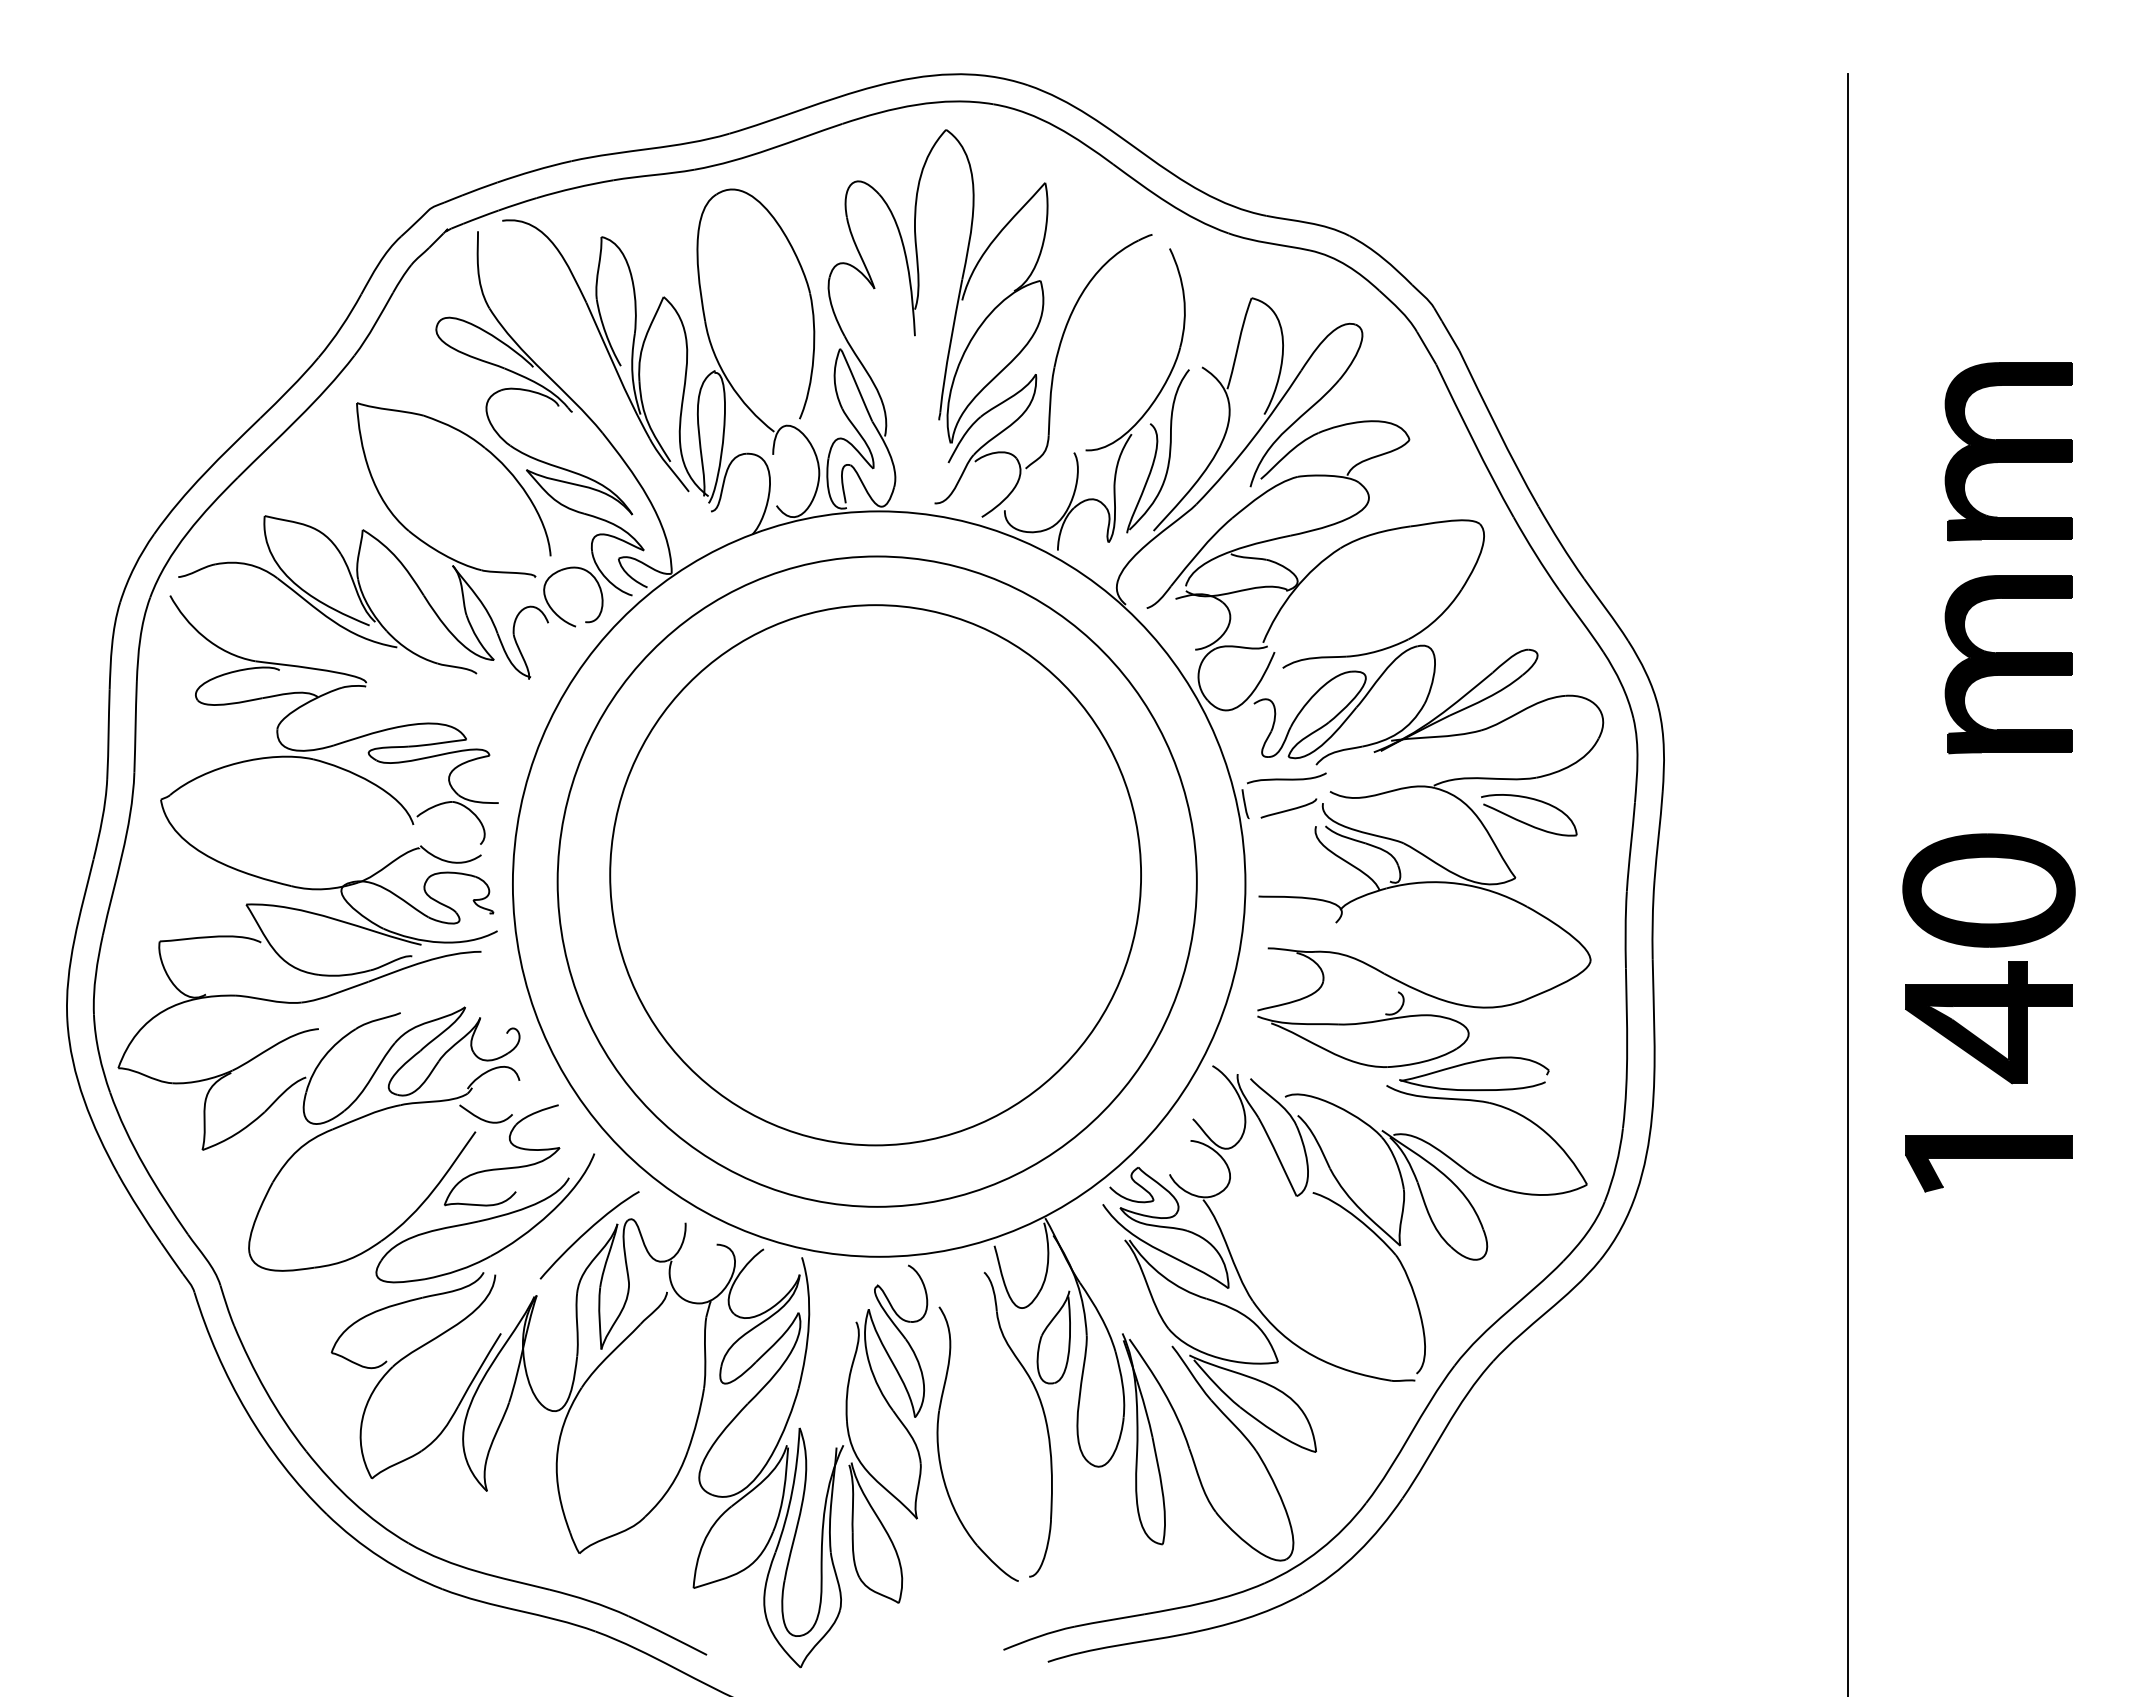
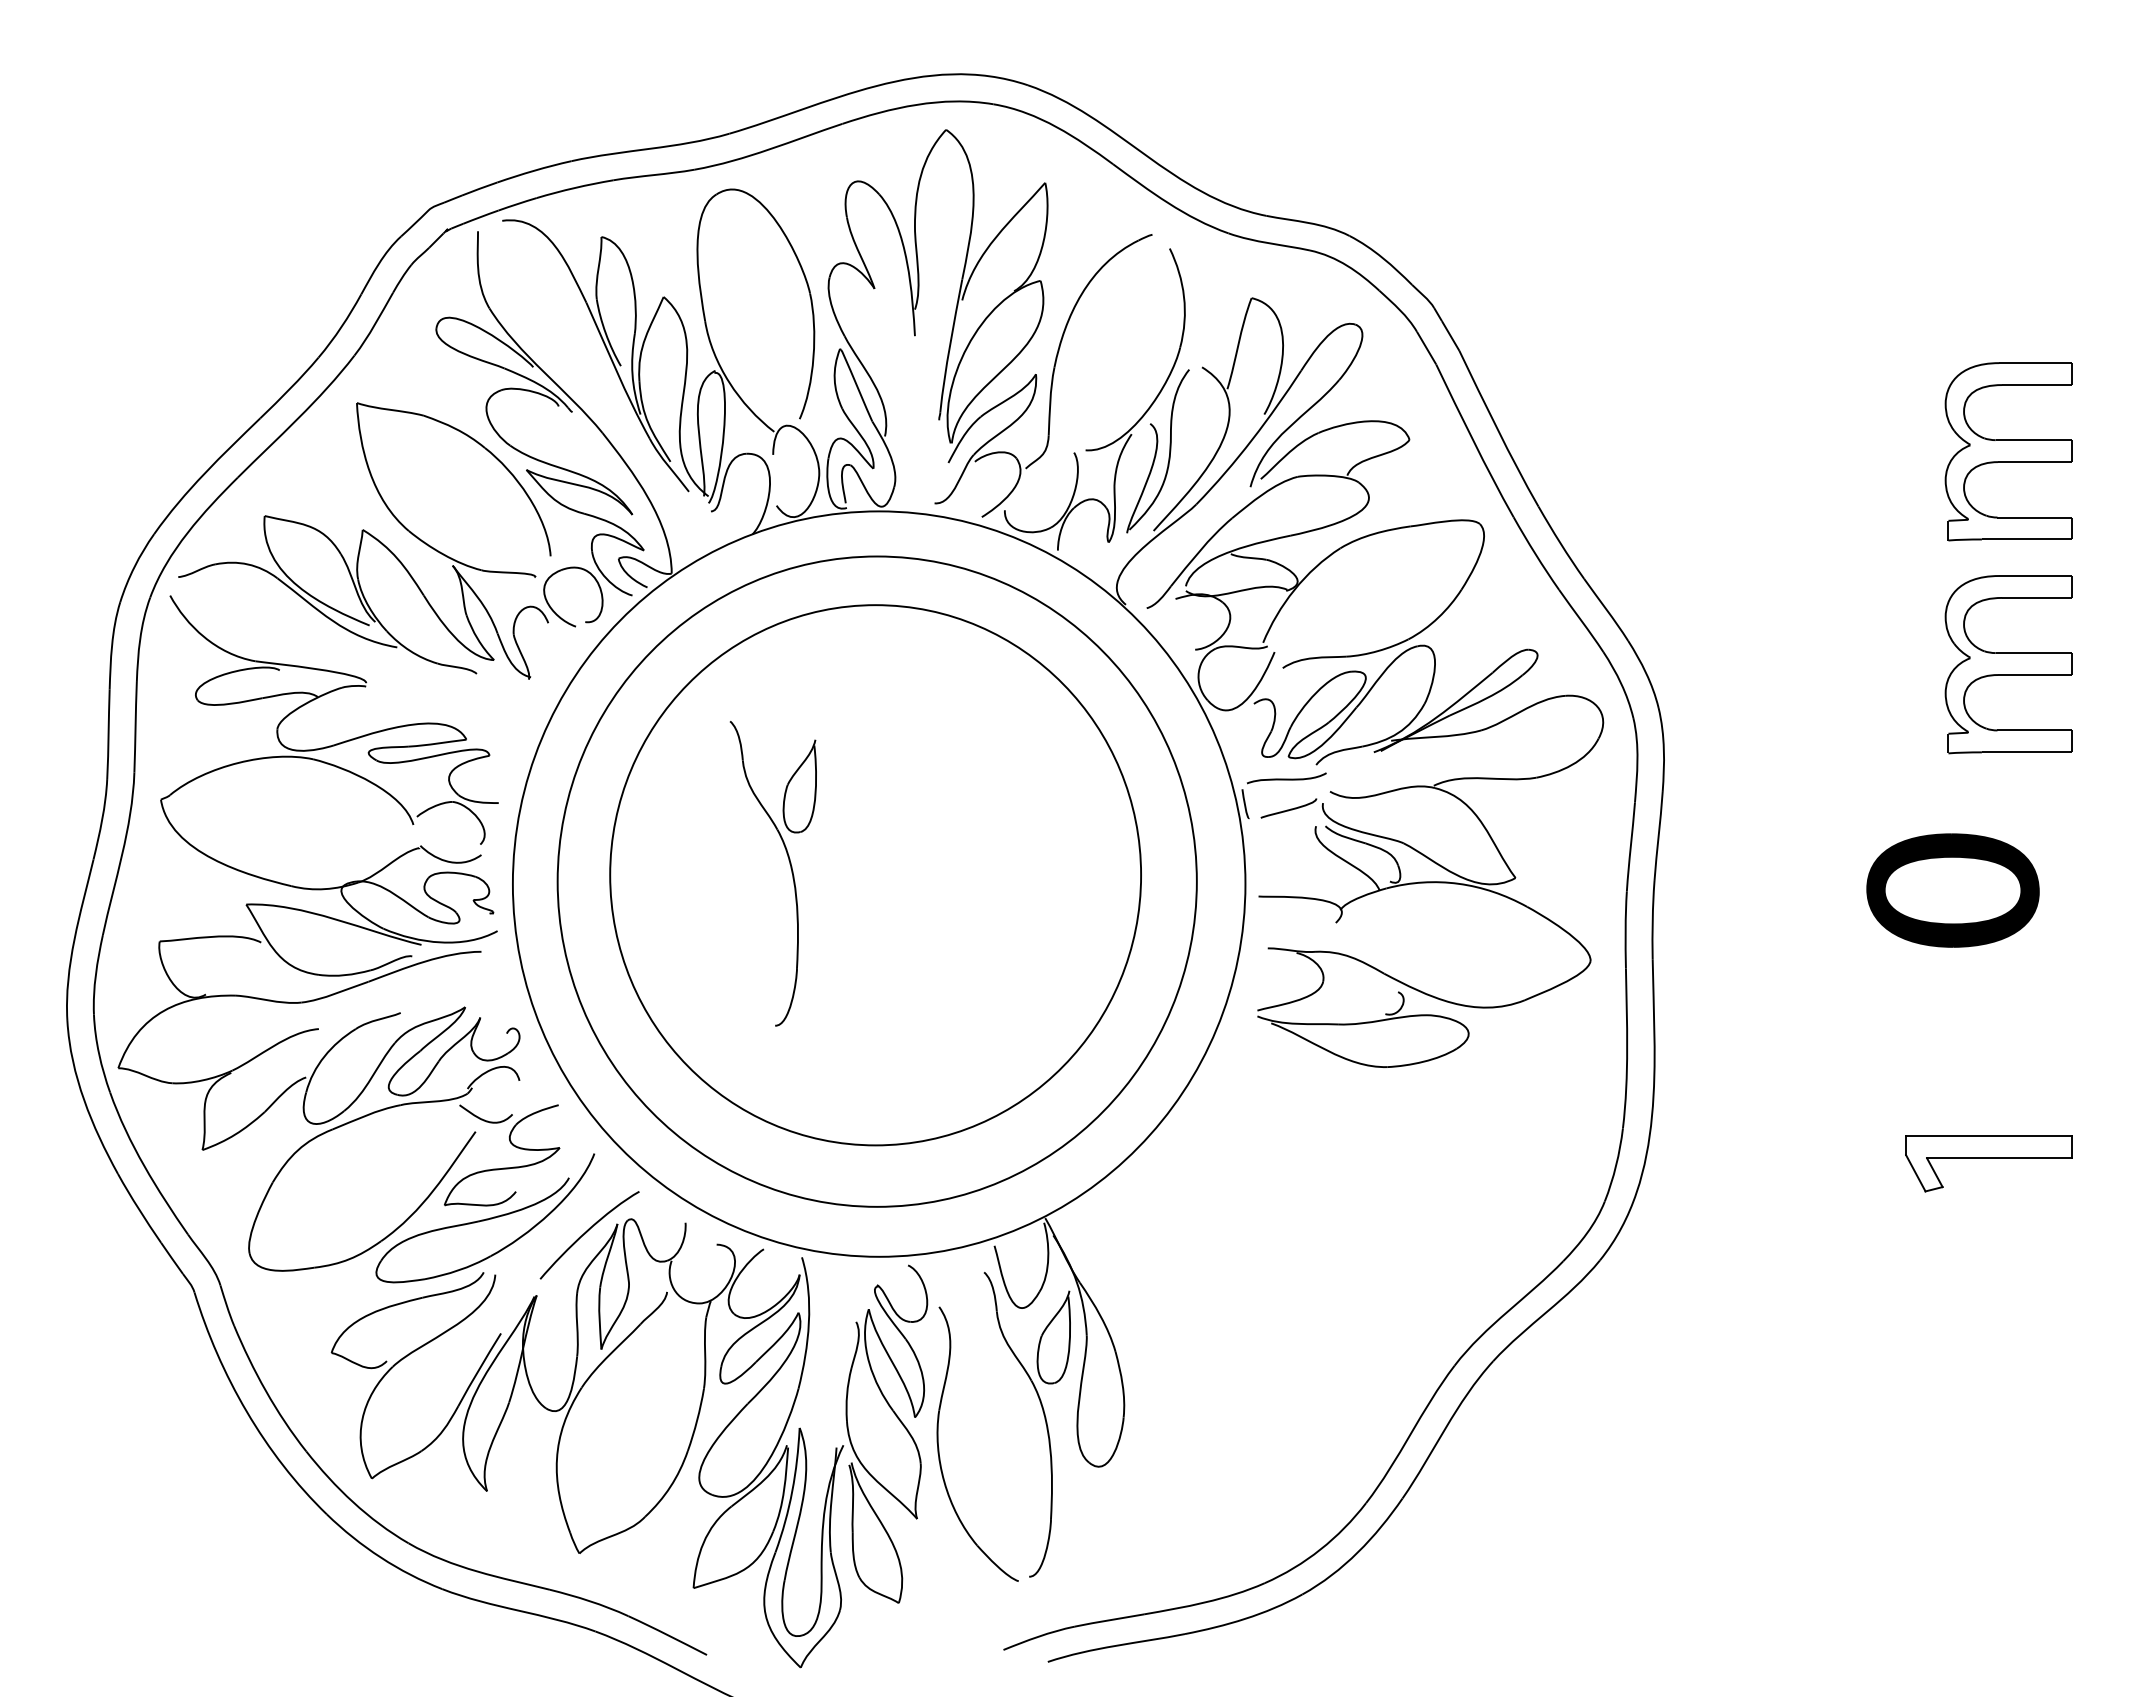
fill at (2008, 451): present -> none
fill at (2008, 664): present -> none
part at (1526, 822): present -> none
part at (790, 868): none -> present
line at (1847, 883): present -> none
part at (1988, 890) position: (1988, 890) -> (1952, 890)
part at (1988, 1022): present -> none
fill at (1989, 1163): present -> none
part at (1323, 1359): present -> none
